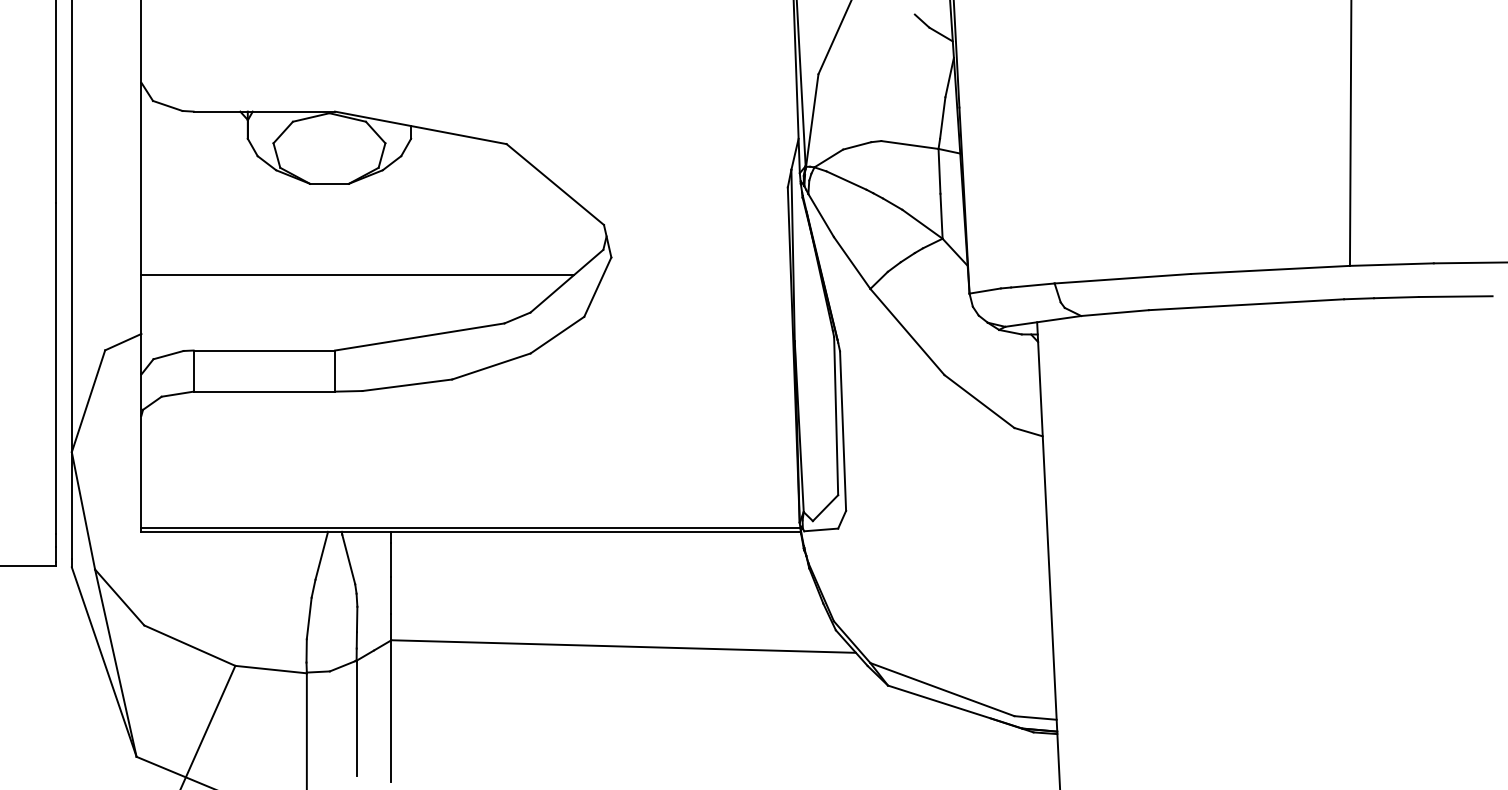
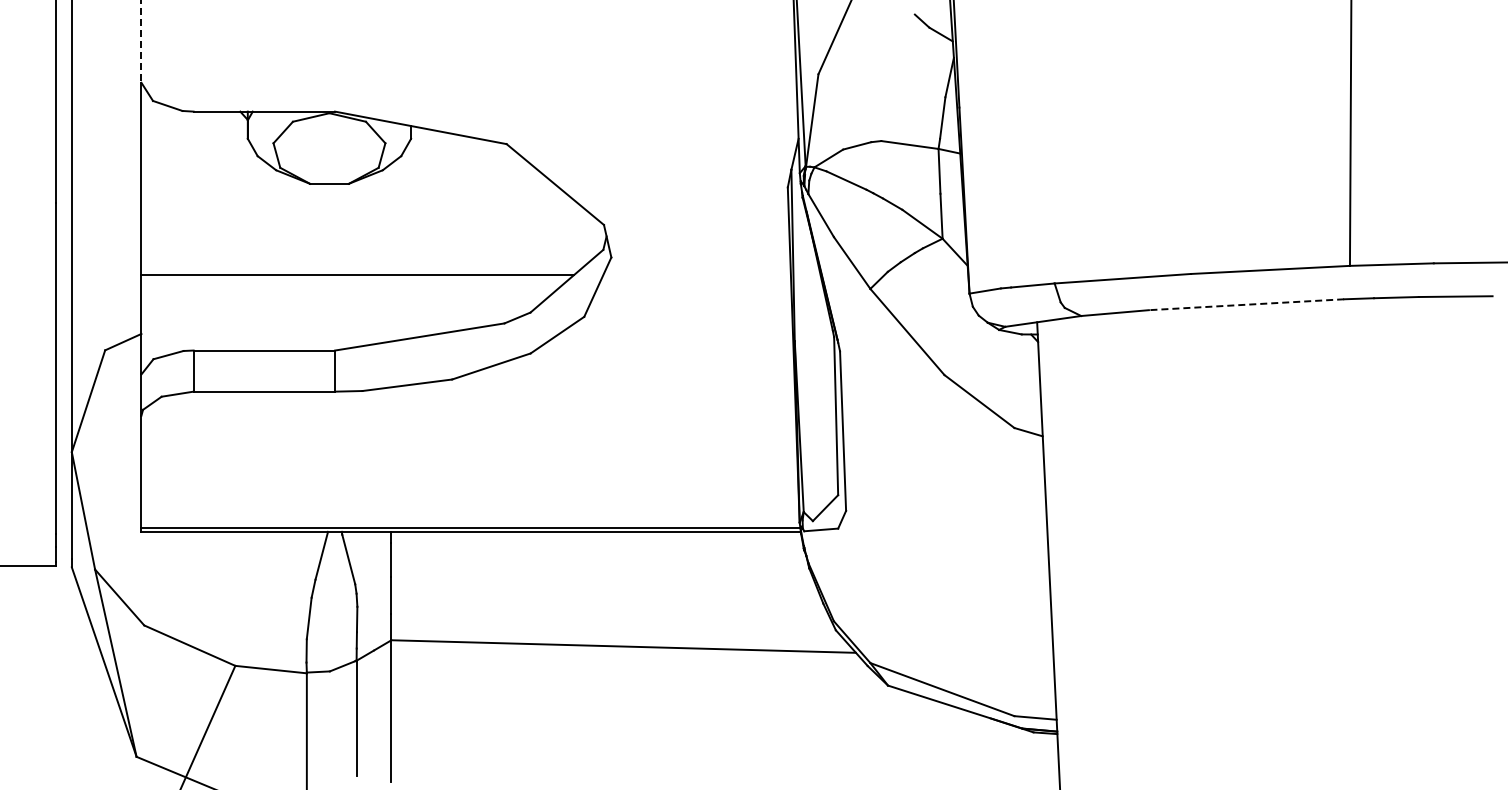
line at (141, 41): solid -> dashed
line at (1246, 304): solid -> dashed
